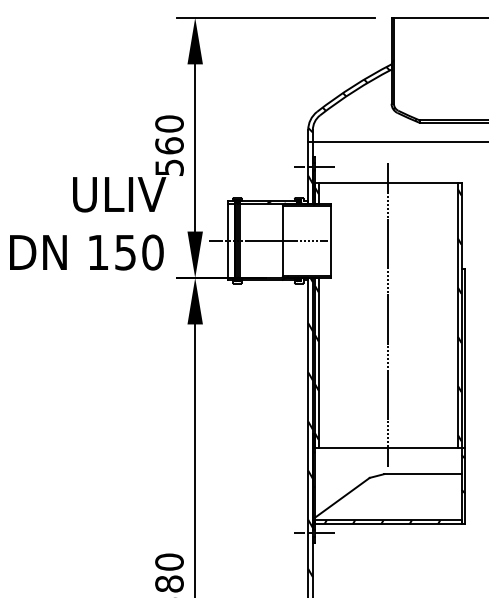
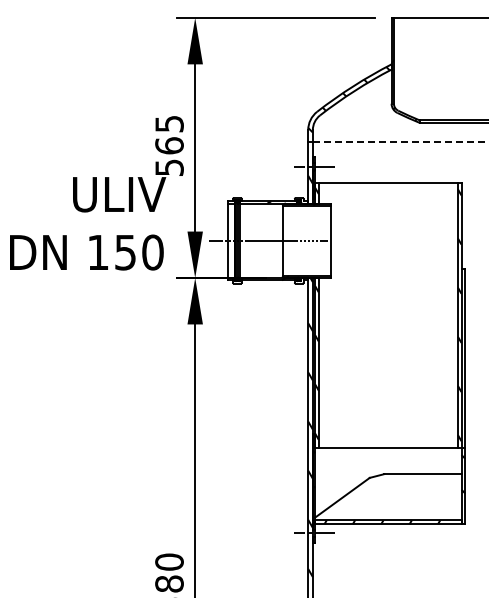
text at (169, 123): 560 -> 565
line at (400, 142): solid -> dashed
line at (388, 314): present -> none
